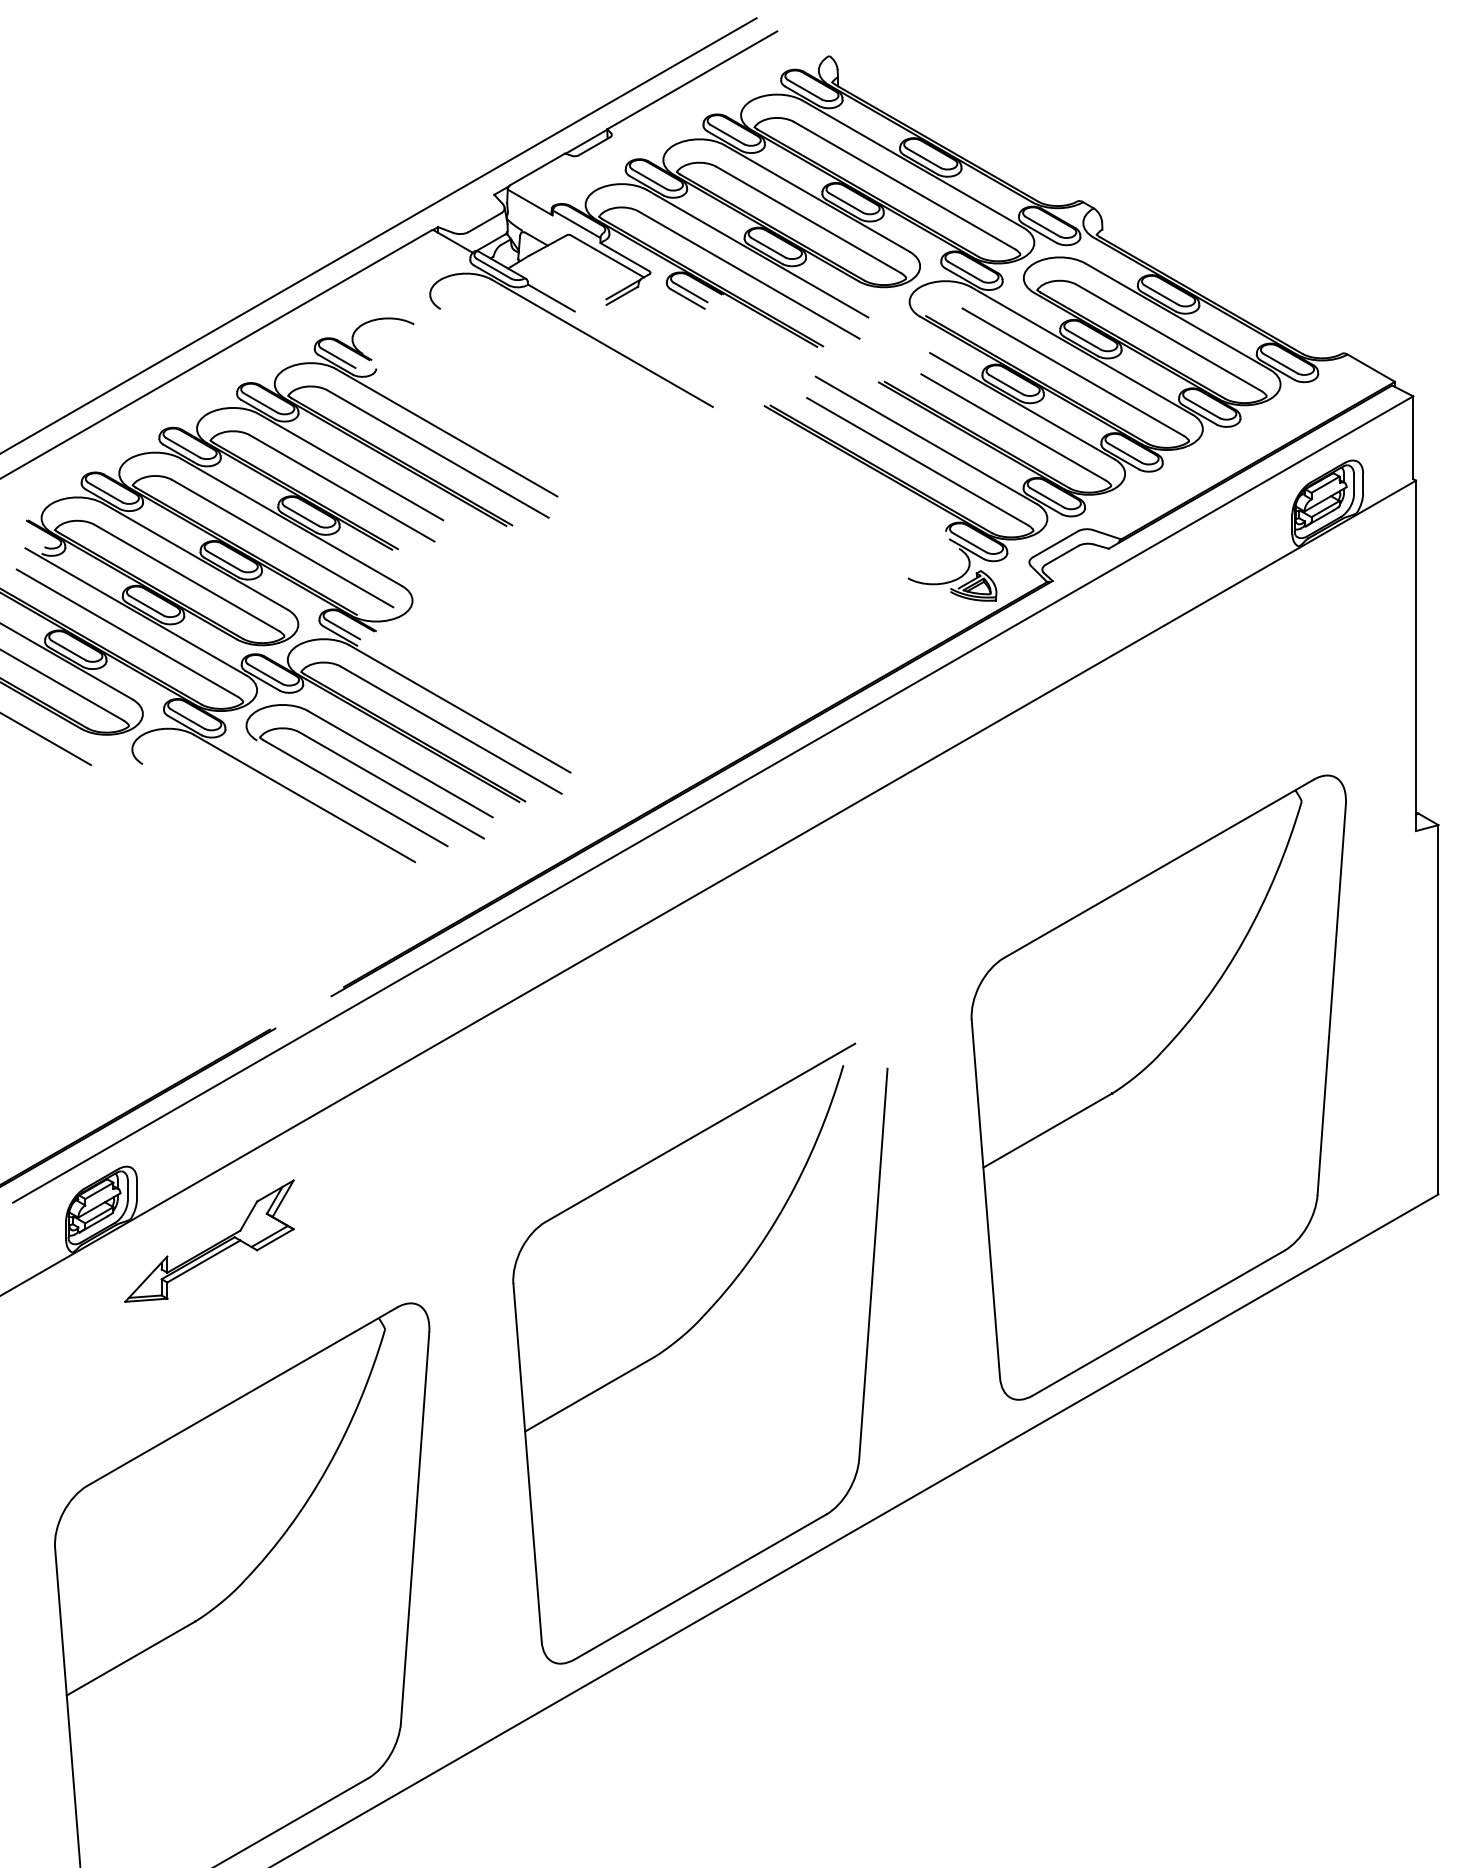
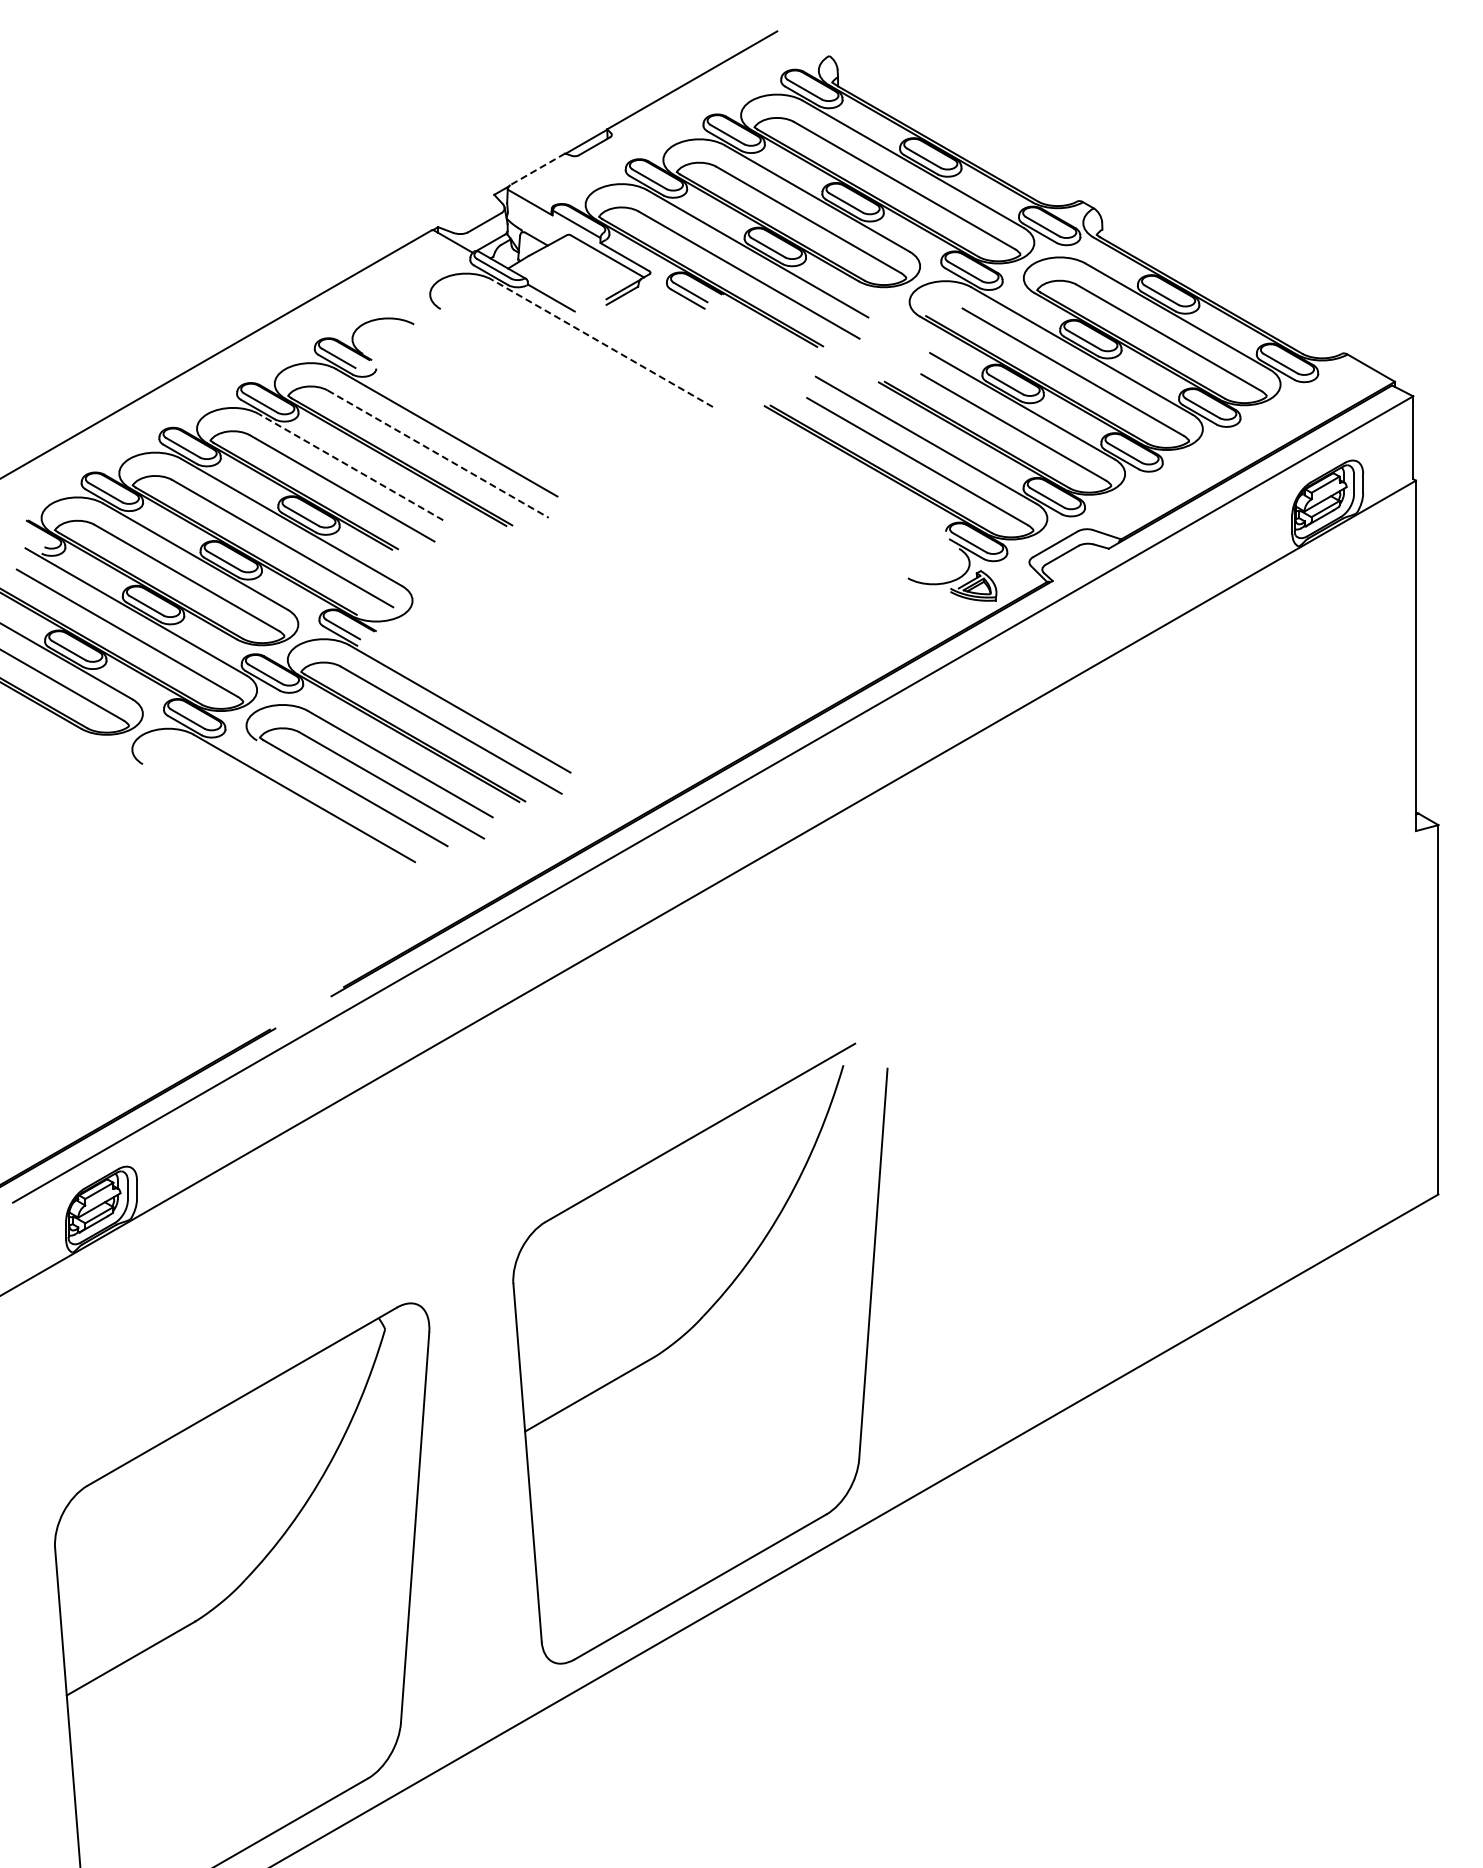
line at (537, 169): solid -> dashed
line at (379, 235): present -> none
line at (602, 343): solid -> dashed
line at (438, 454): solid -> dashed
line at (350, 466): solid -> dashed
line at (46, 739): present -> none
part at (1158, 1087): present -> none
part at (209, 1240): present -> none
